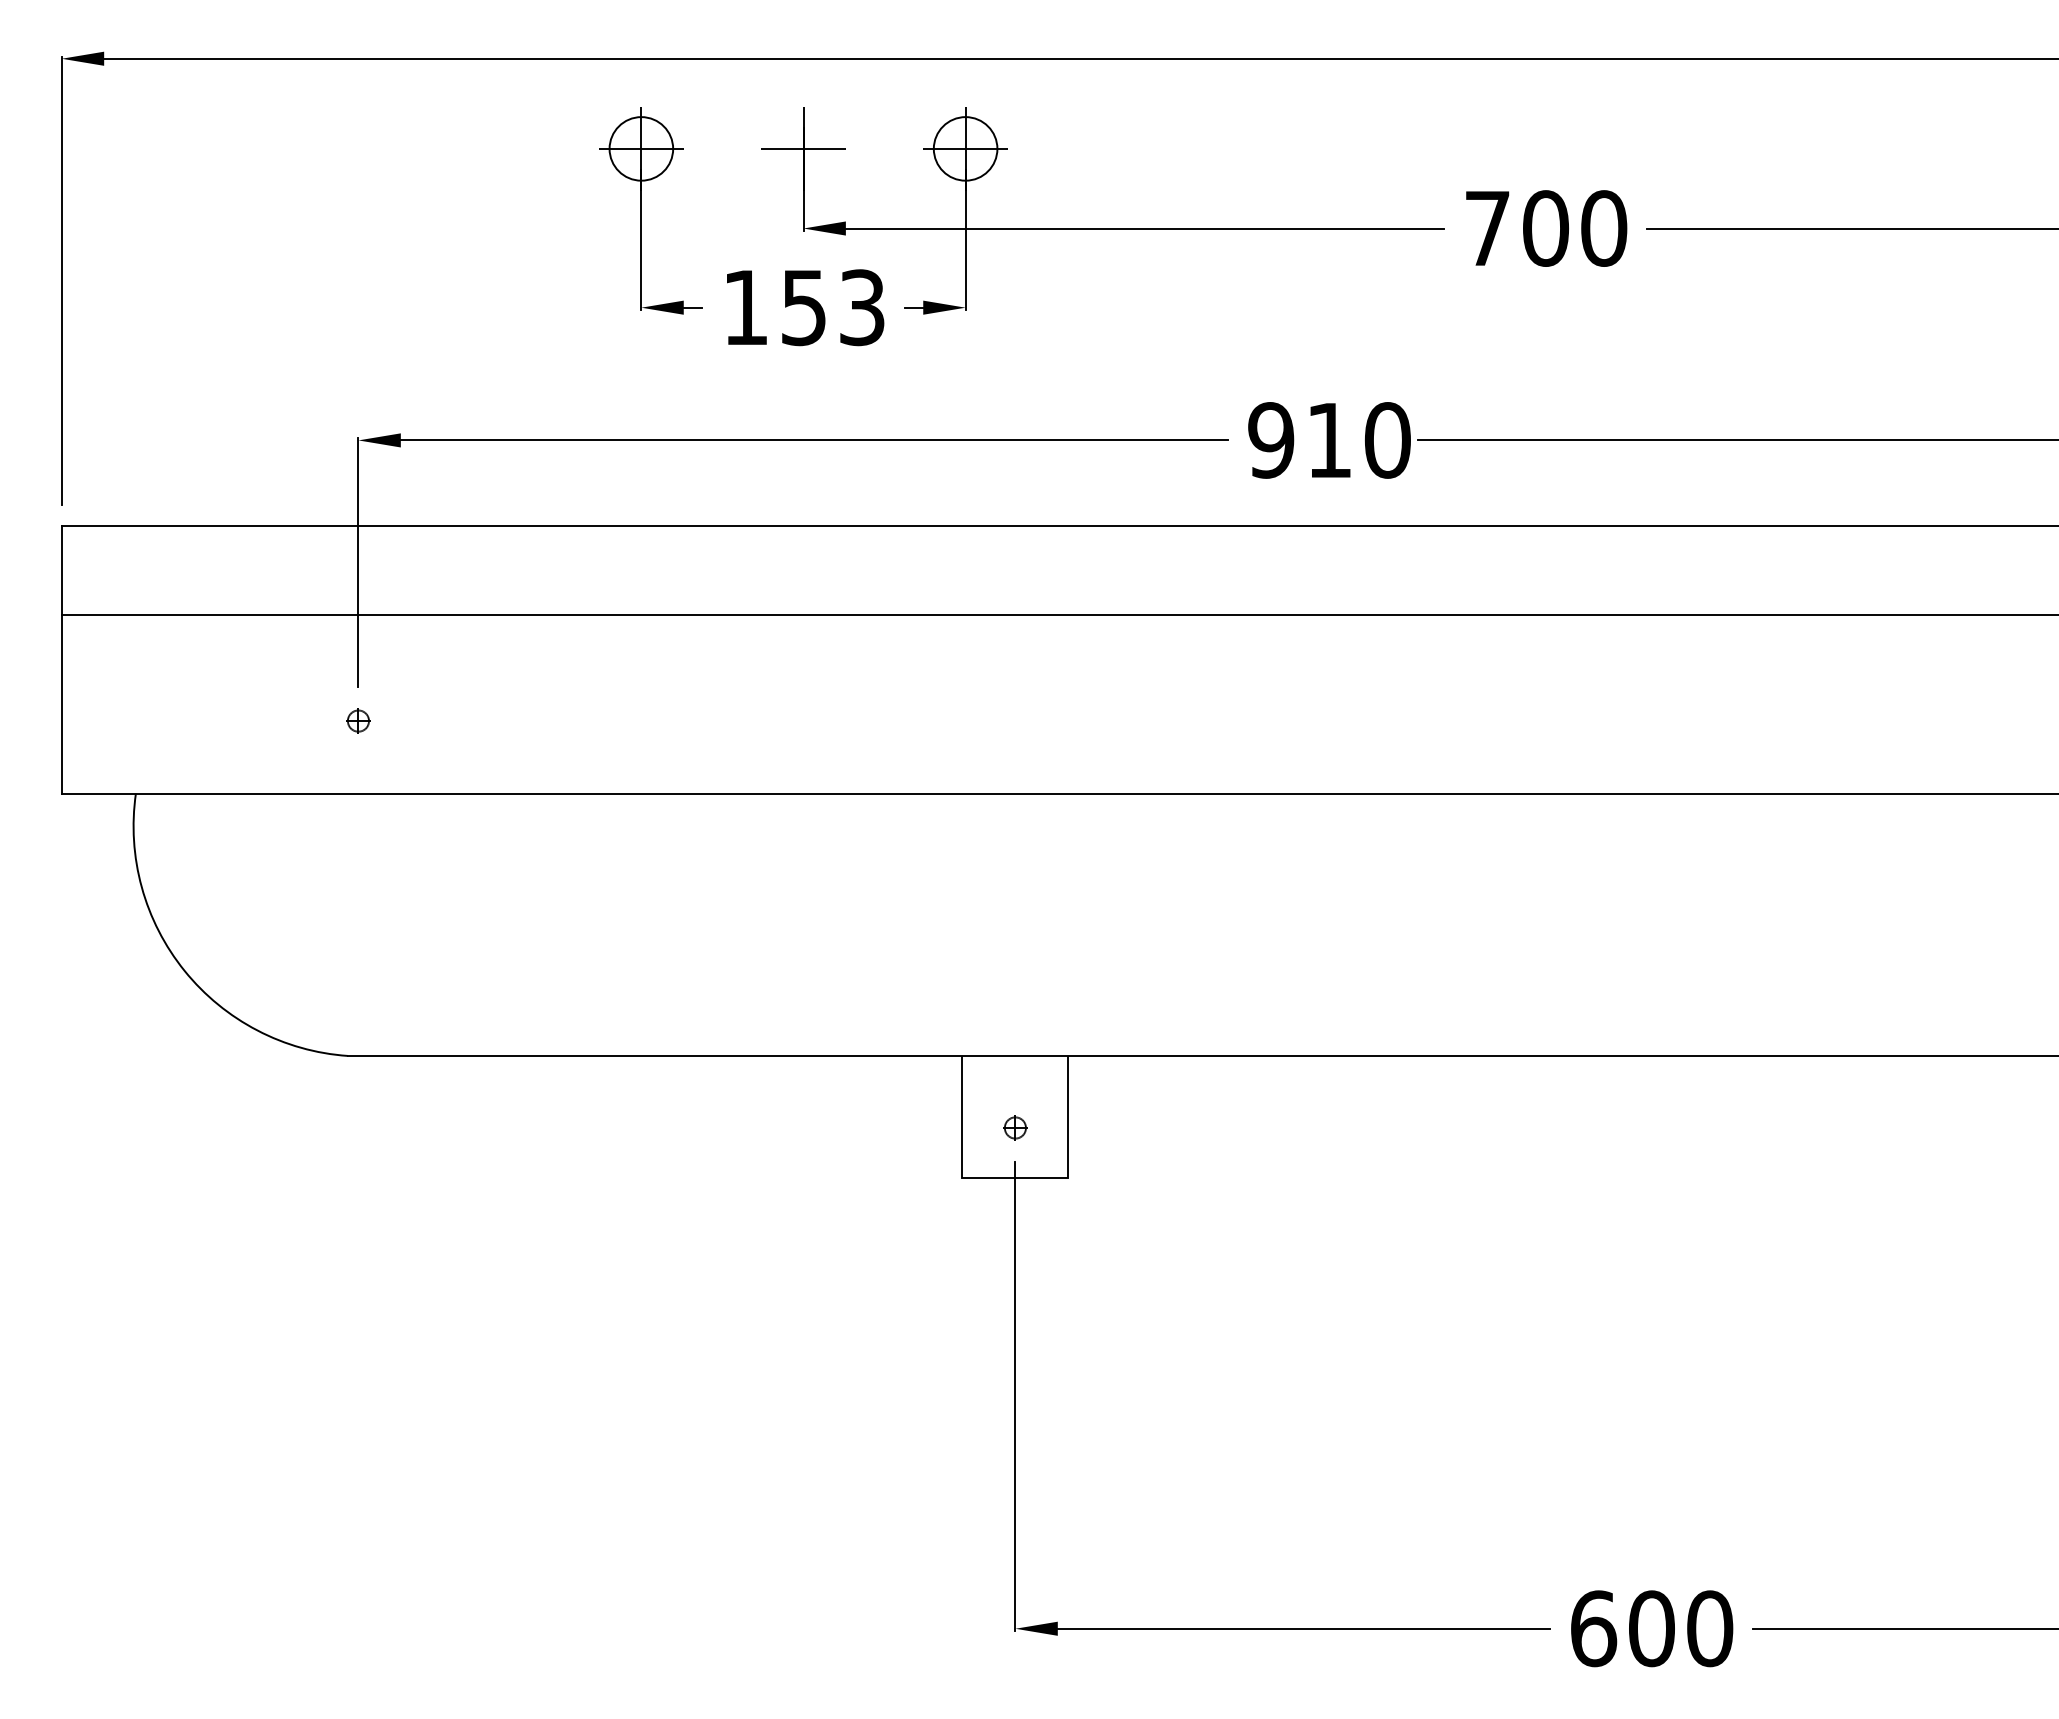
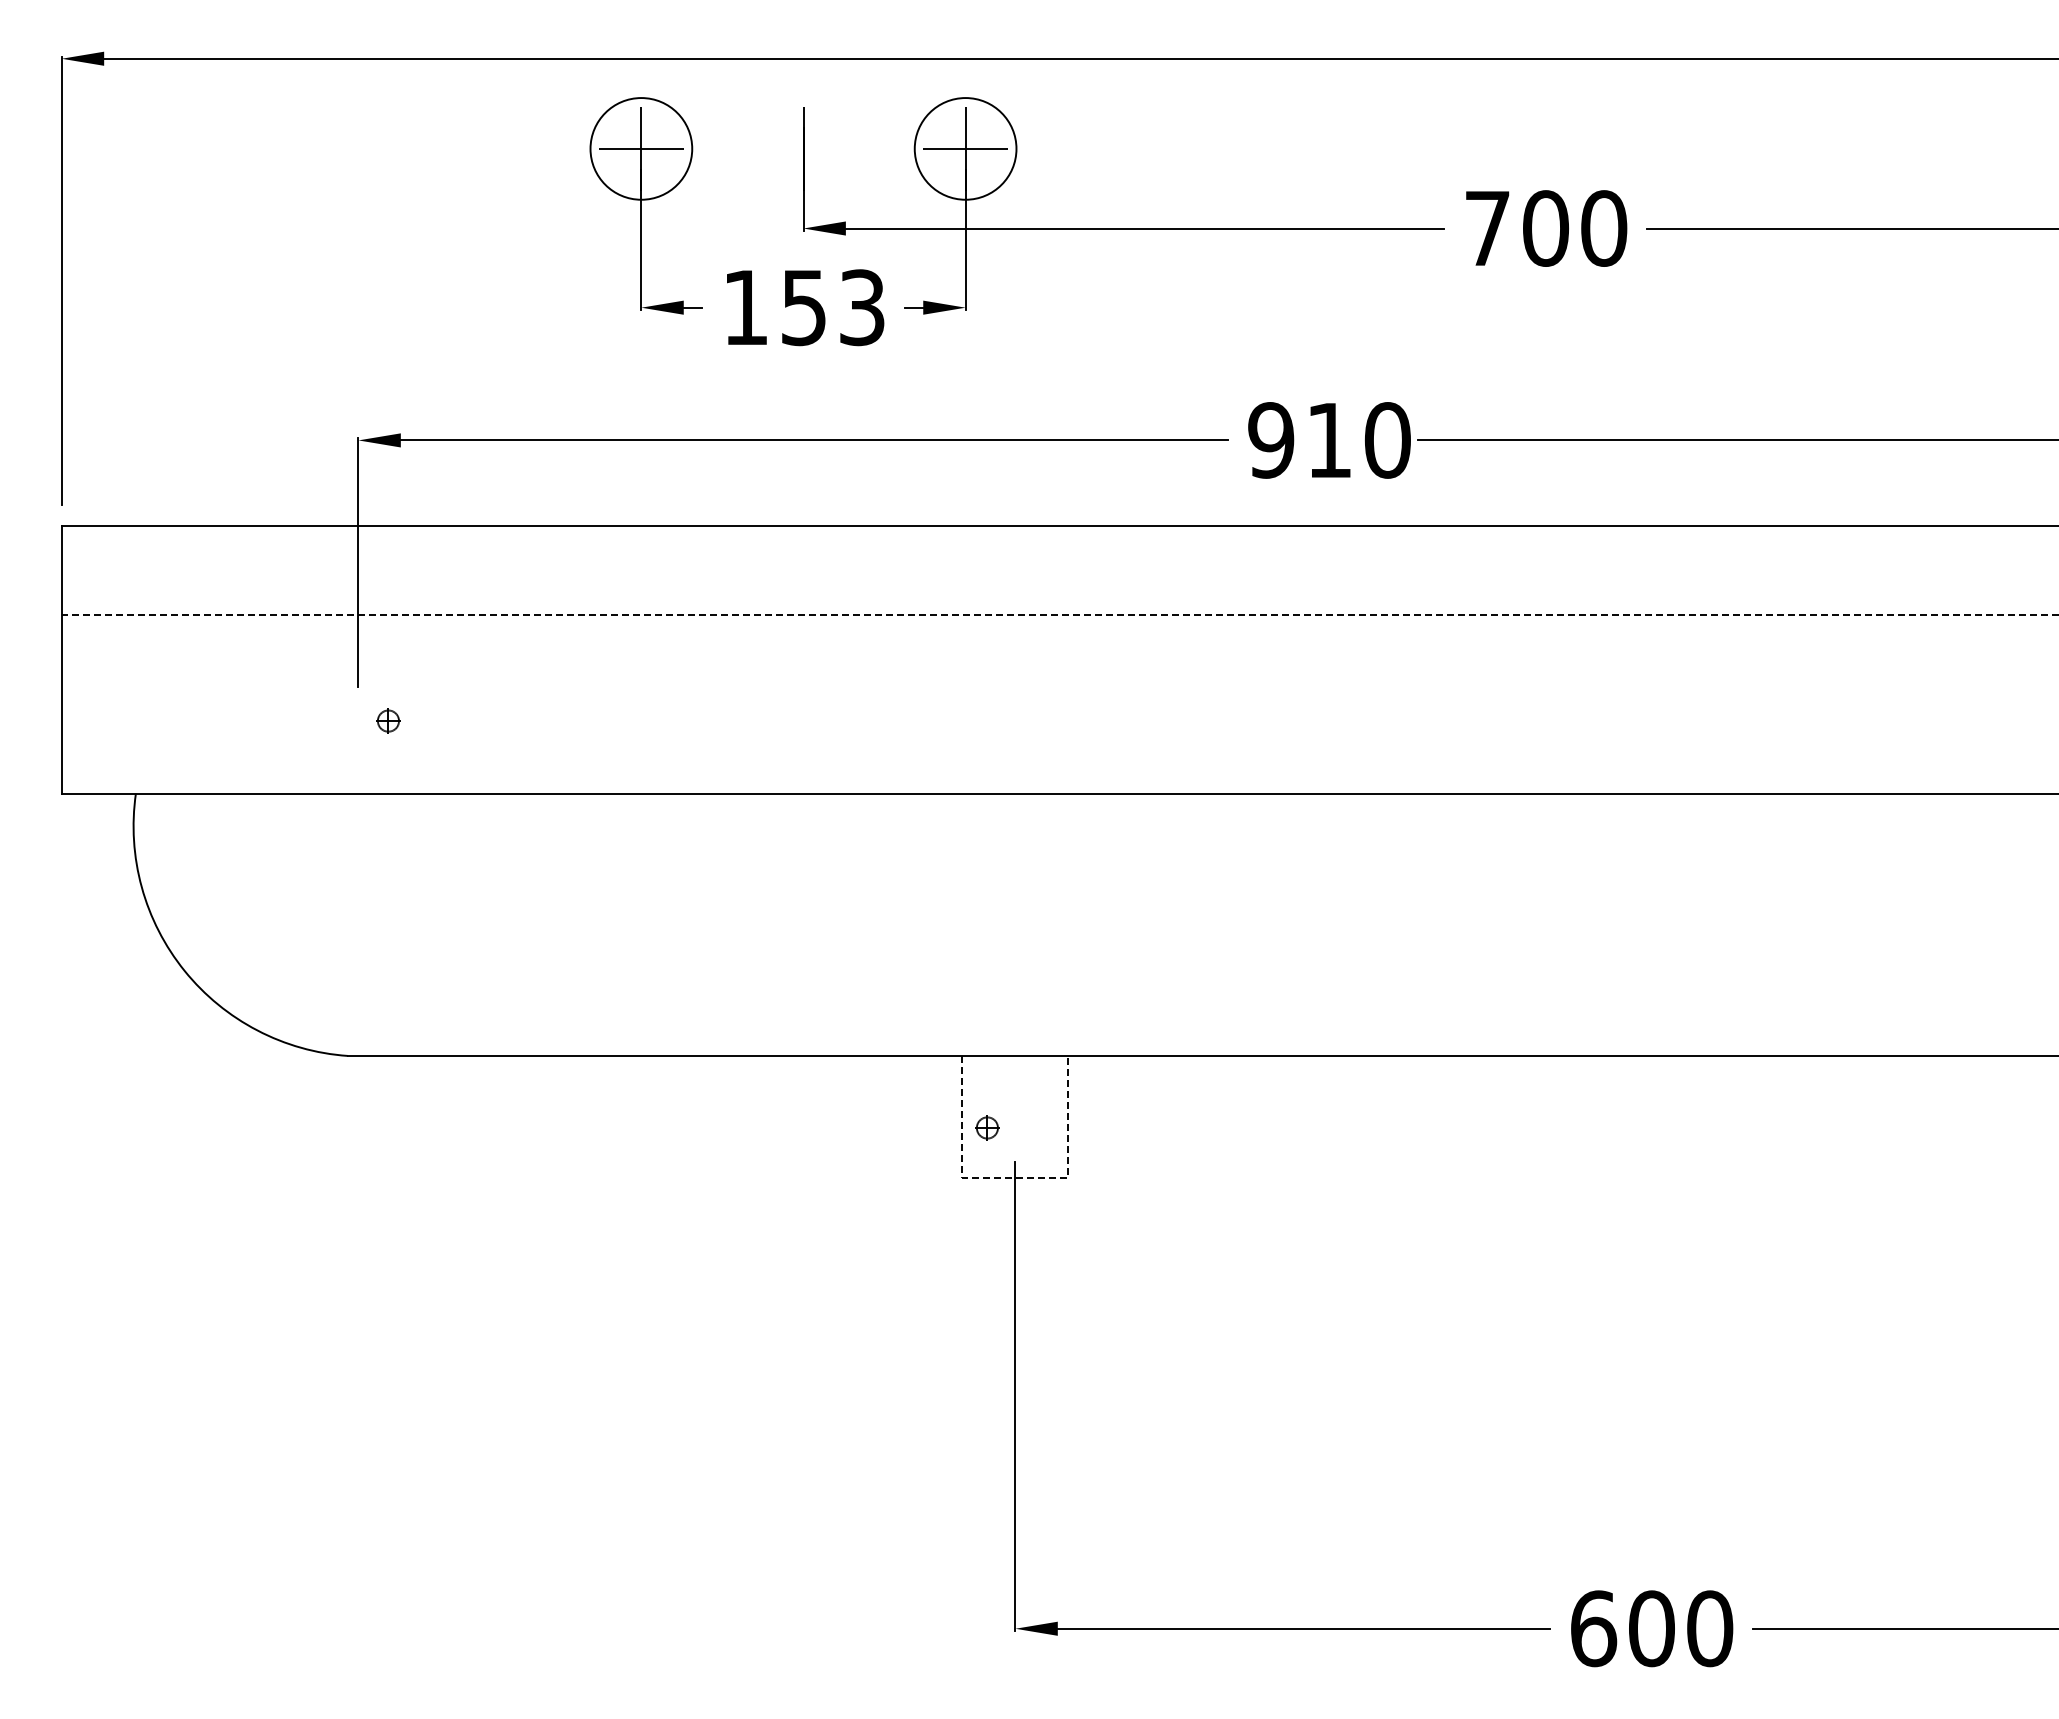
circle at (641, 148) diameter: 64 px -> 102 px
line at (803, 148): present -> none
circle at (965, 148) diameter: 64 px -> 102 px
line at (1059, 615): solid -> dashed
part at (358, 720) position: (358, 720) -> (388, 720)
part at (1015, 1127) position: (1015, 1127) -> (987, 1127)
line at (1015, 1178): solid -> dashed
